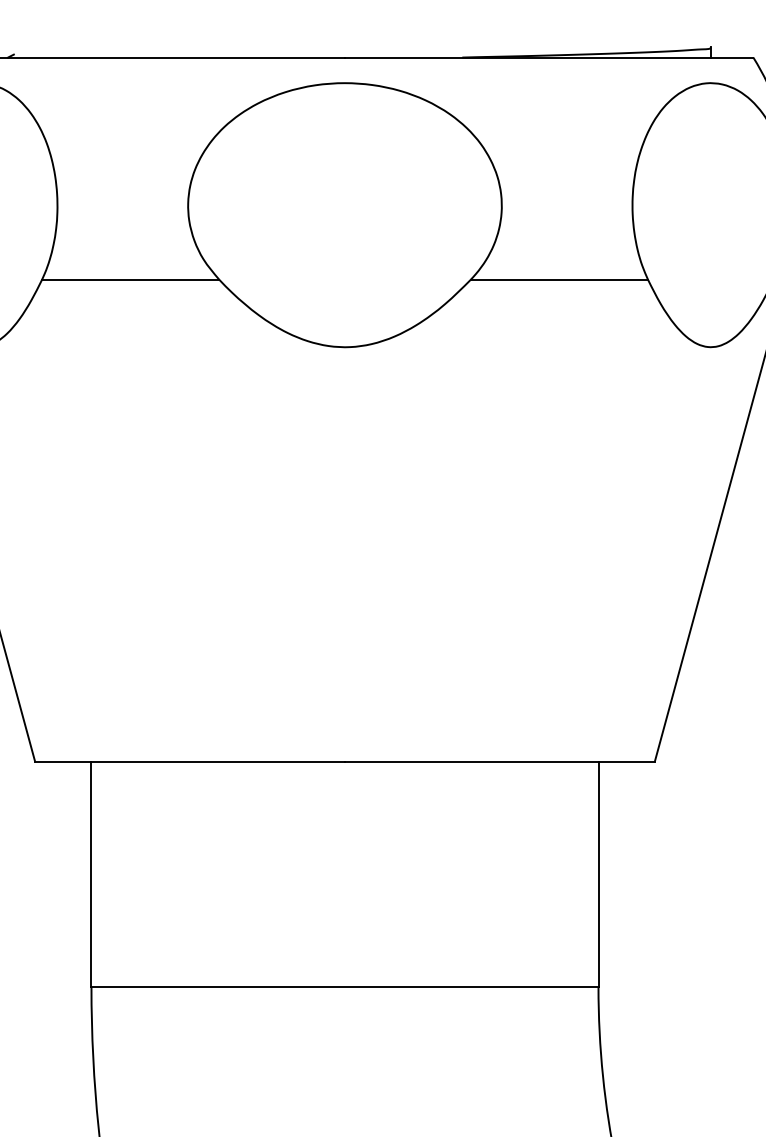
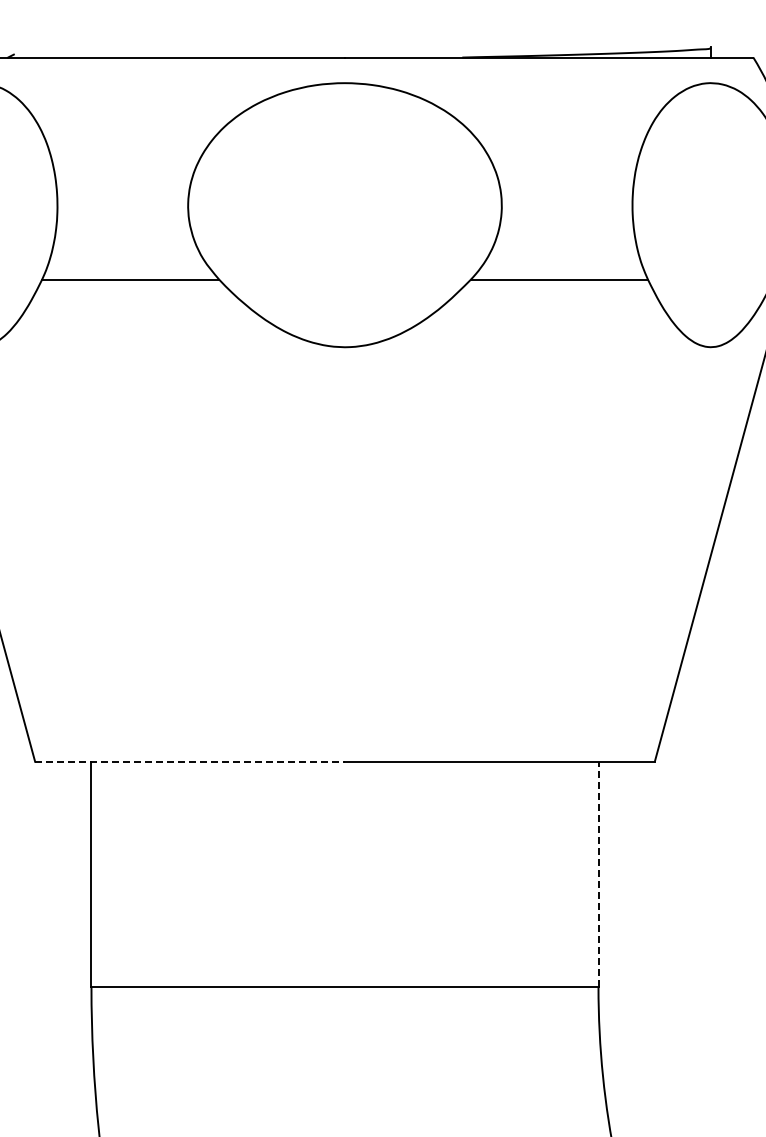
line at (190, 761): solid -> dashed
line at (598, 874): solid -> dashed
